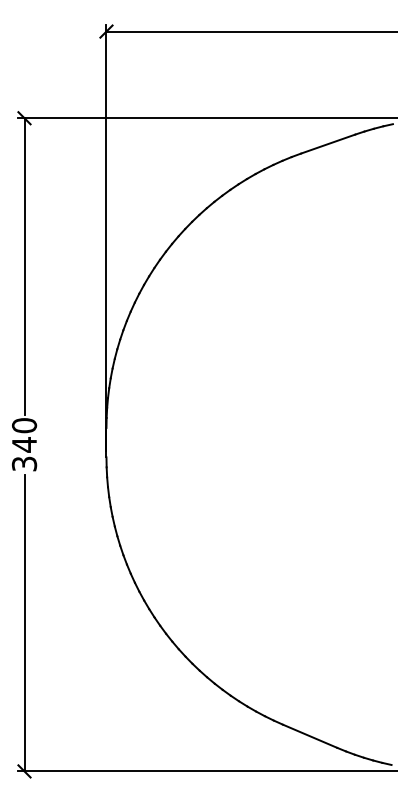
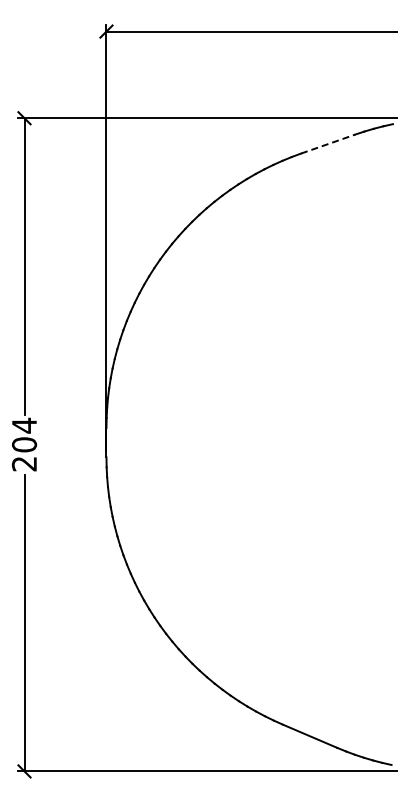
line at (328, 144): solid -> dashed
text at (24, 444): 340 -> 204
